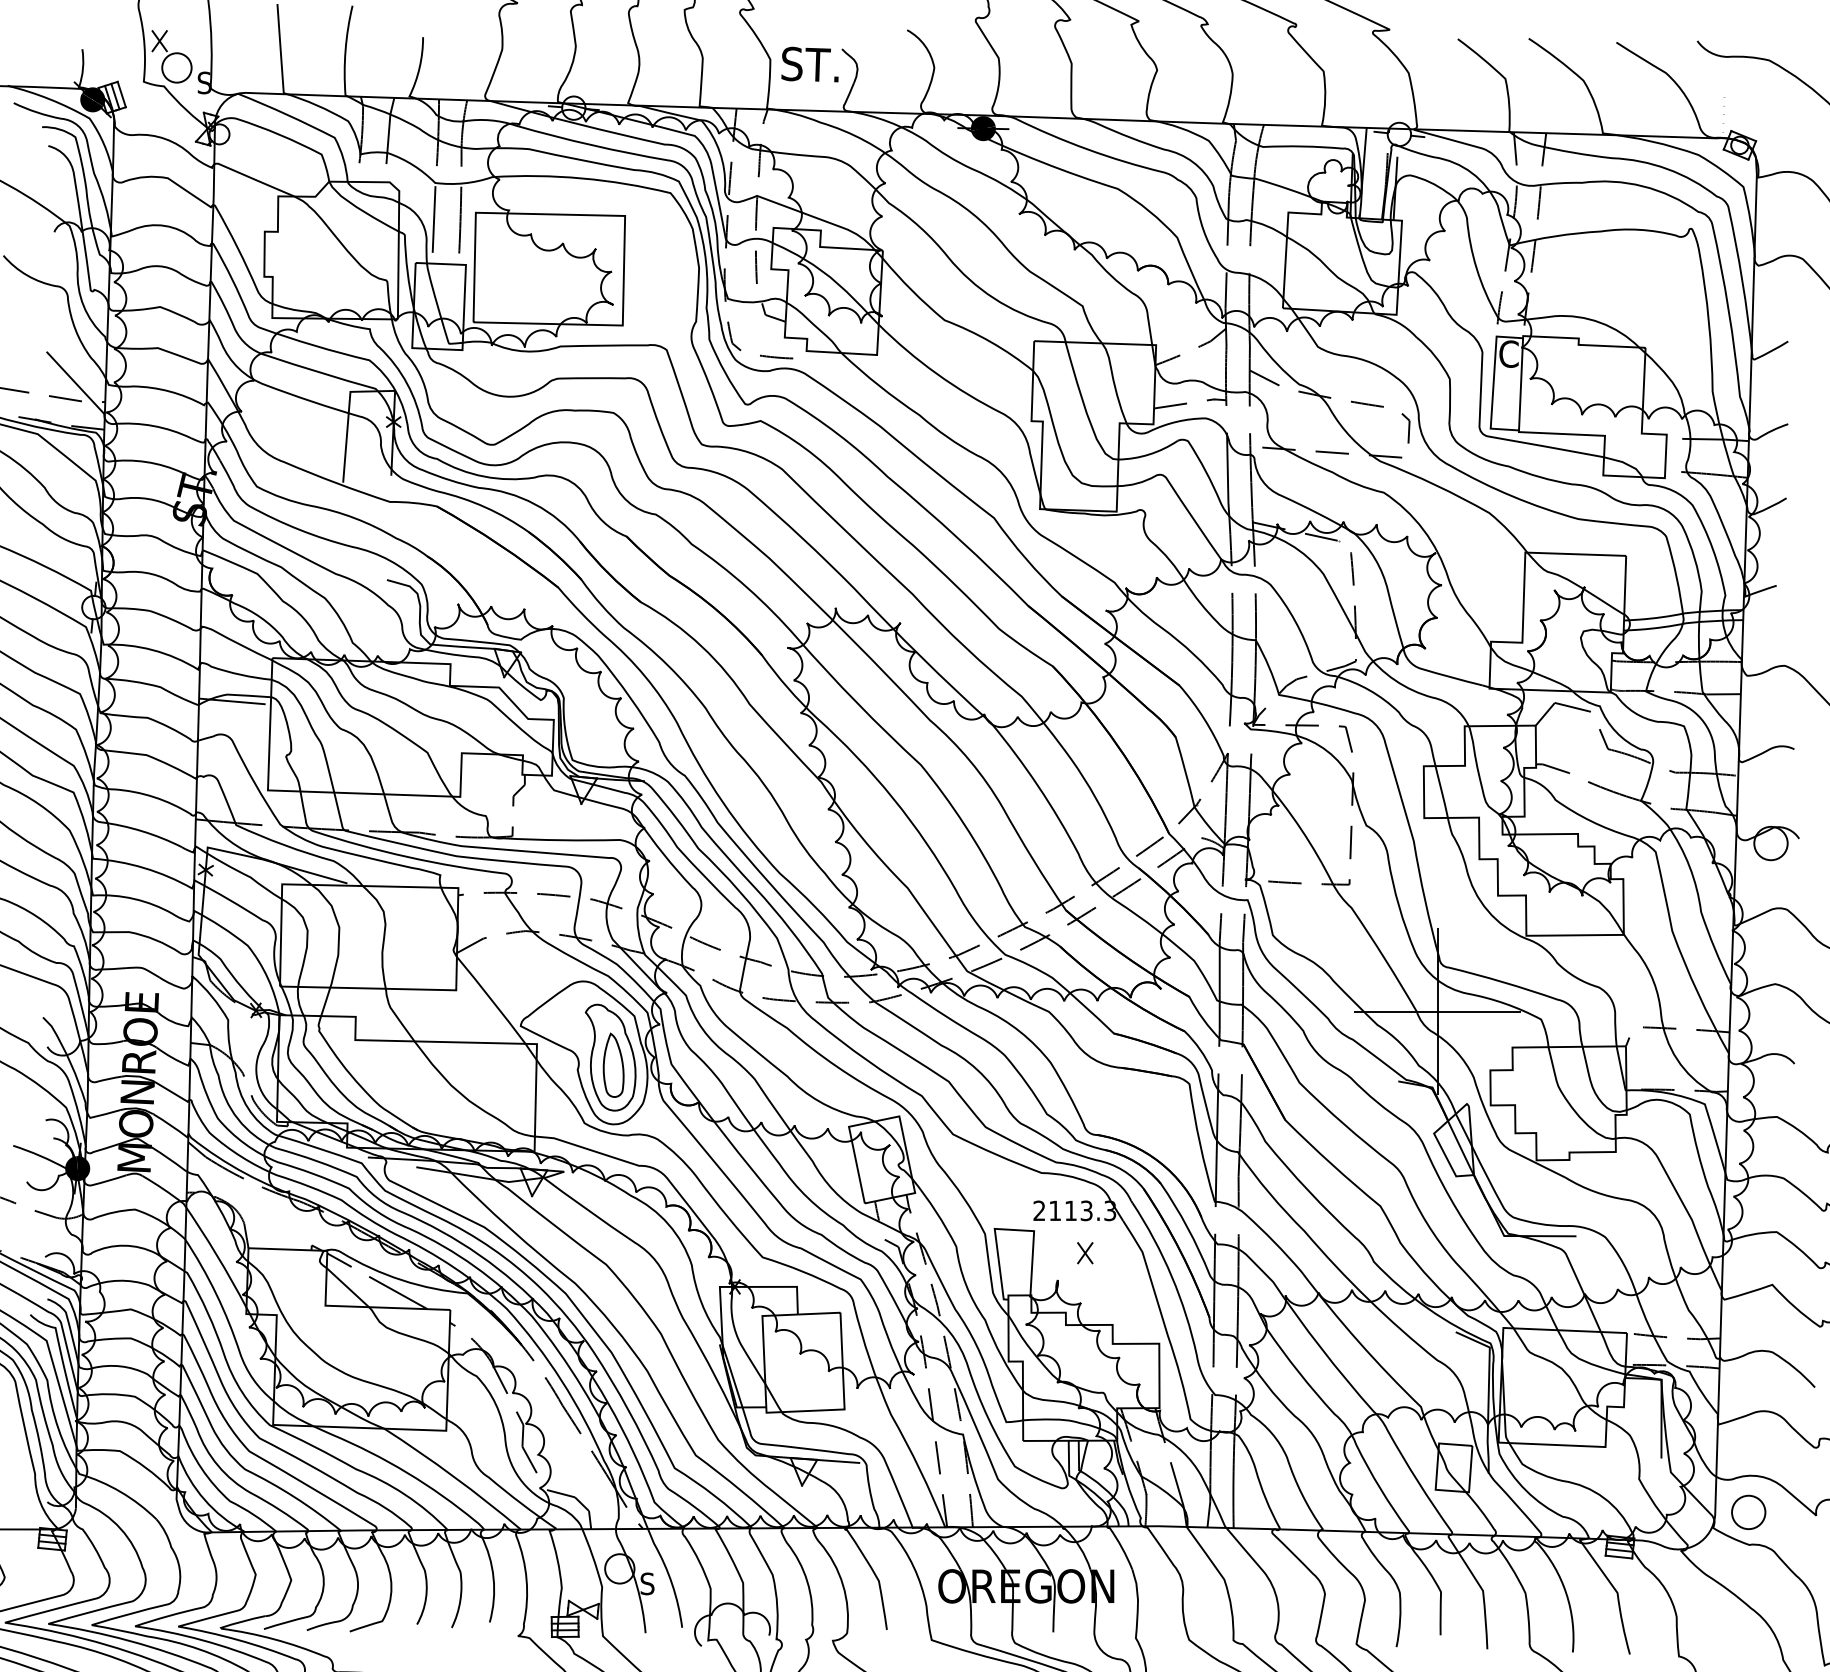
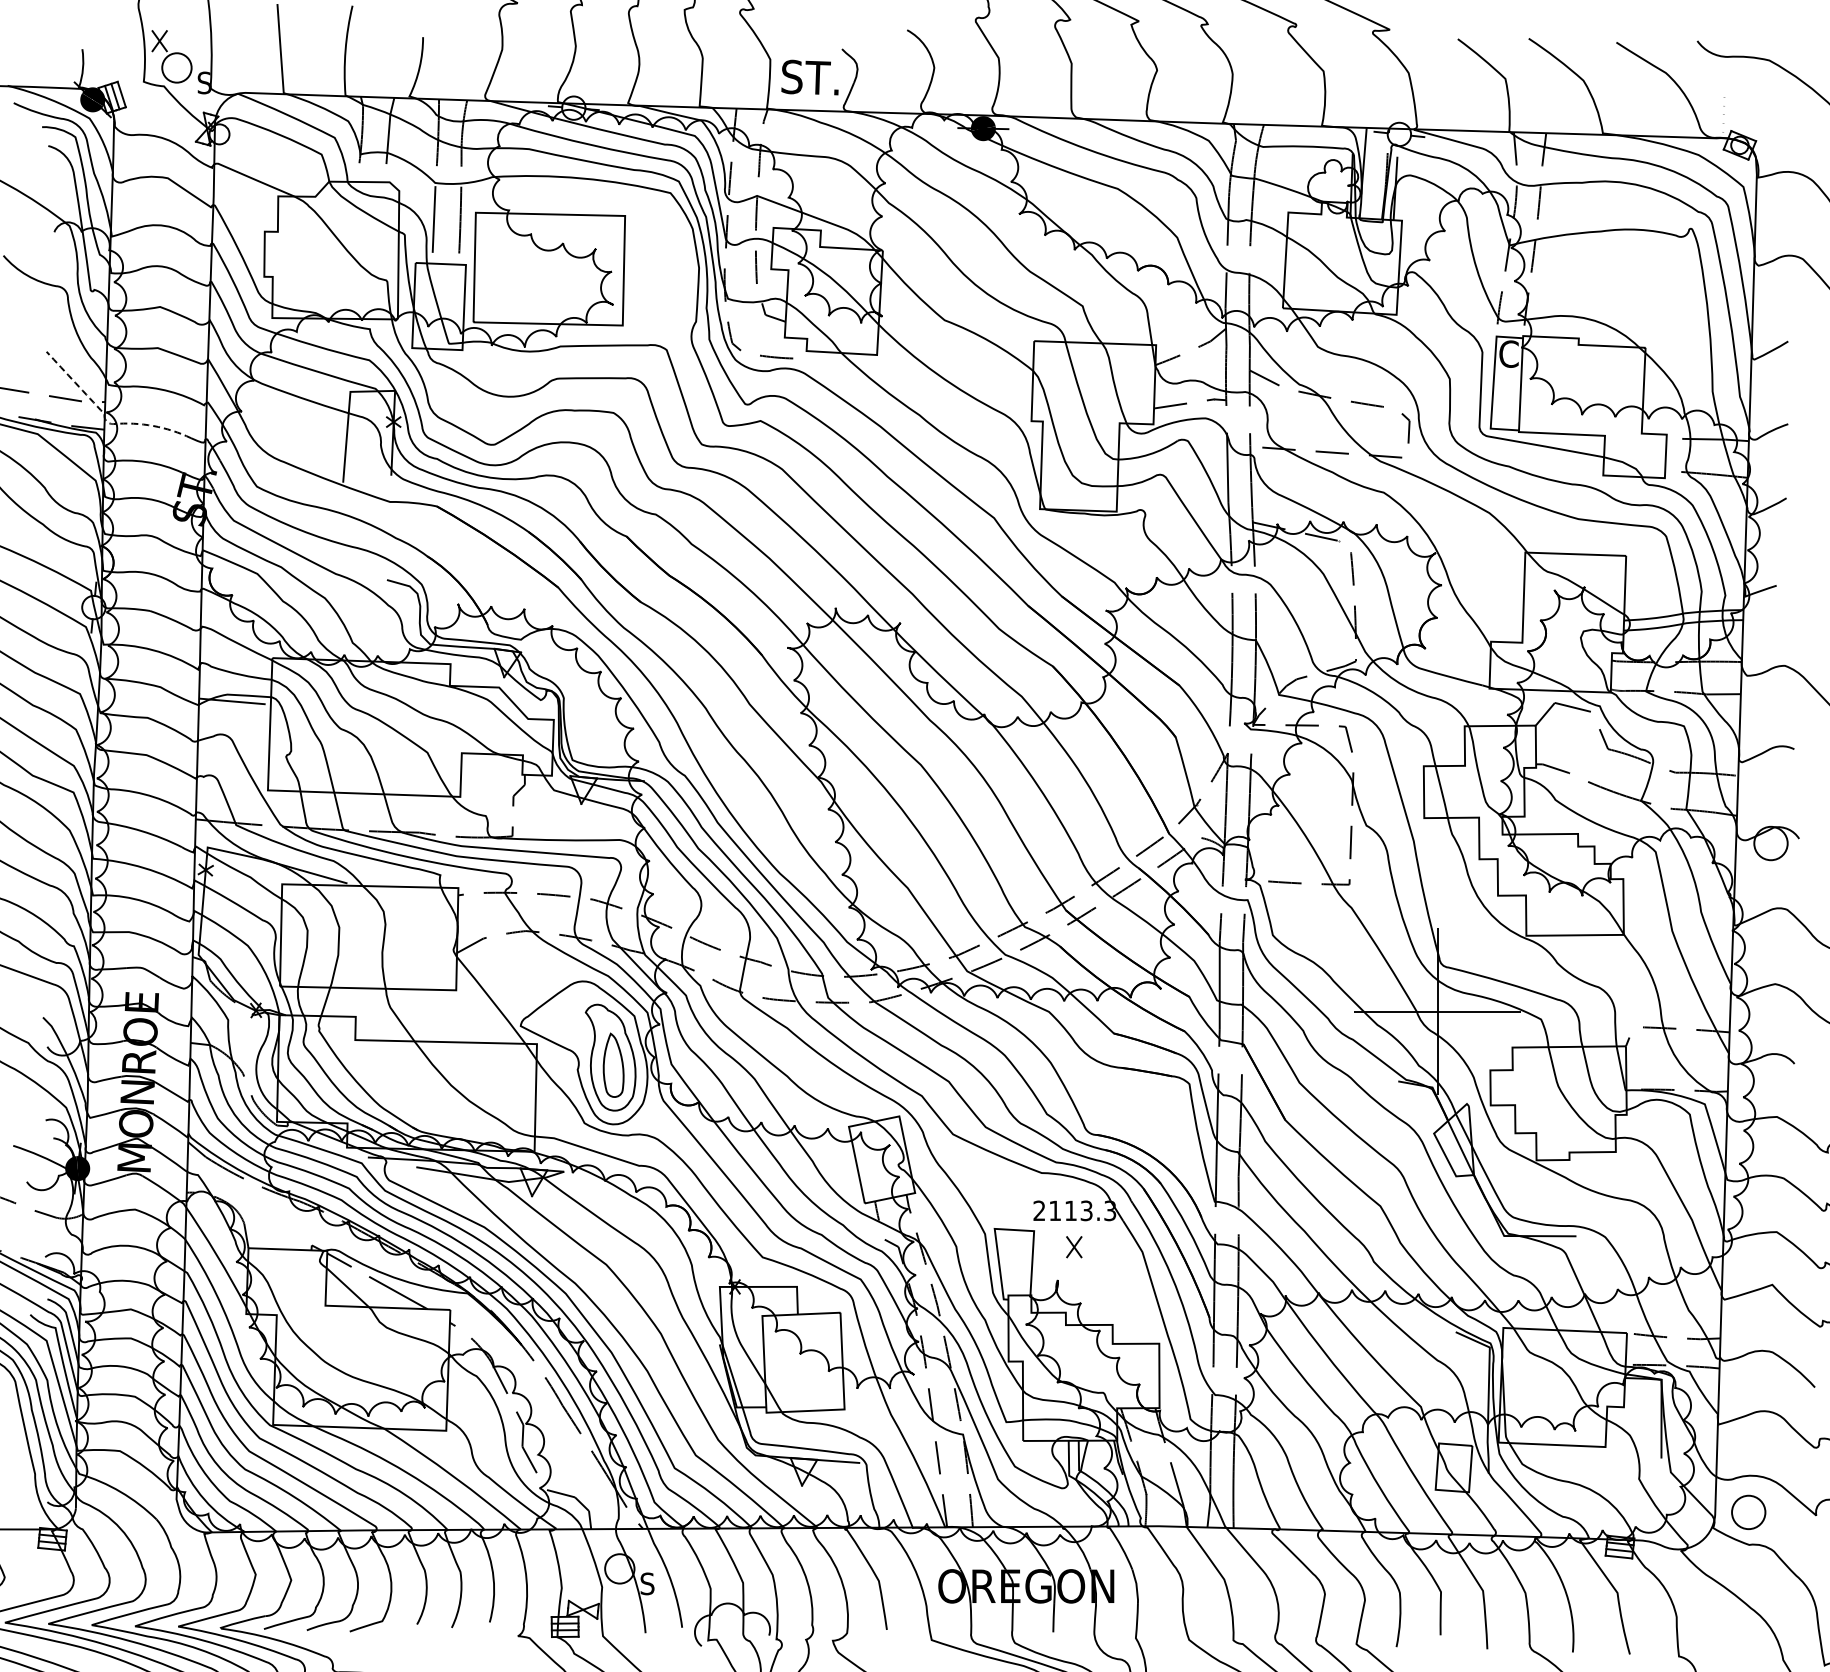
text at (809, 64) position: (809, 64) -> (809, 77)
line at (106, 420): solid -> dashed
part at (1085, 1253) position: (1085, 1253) -> (1074, 1247)
